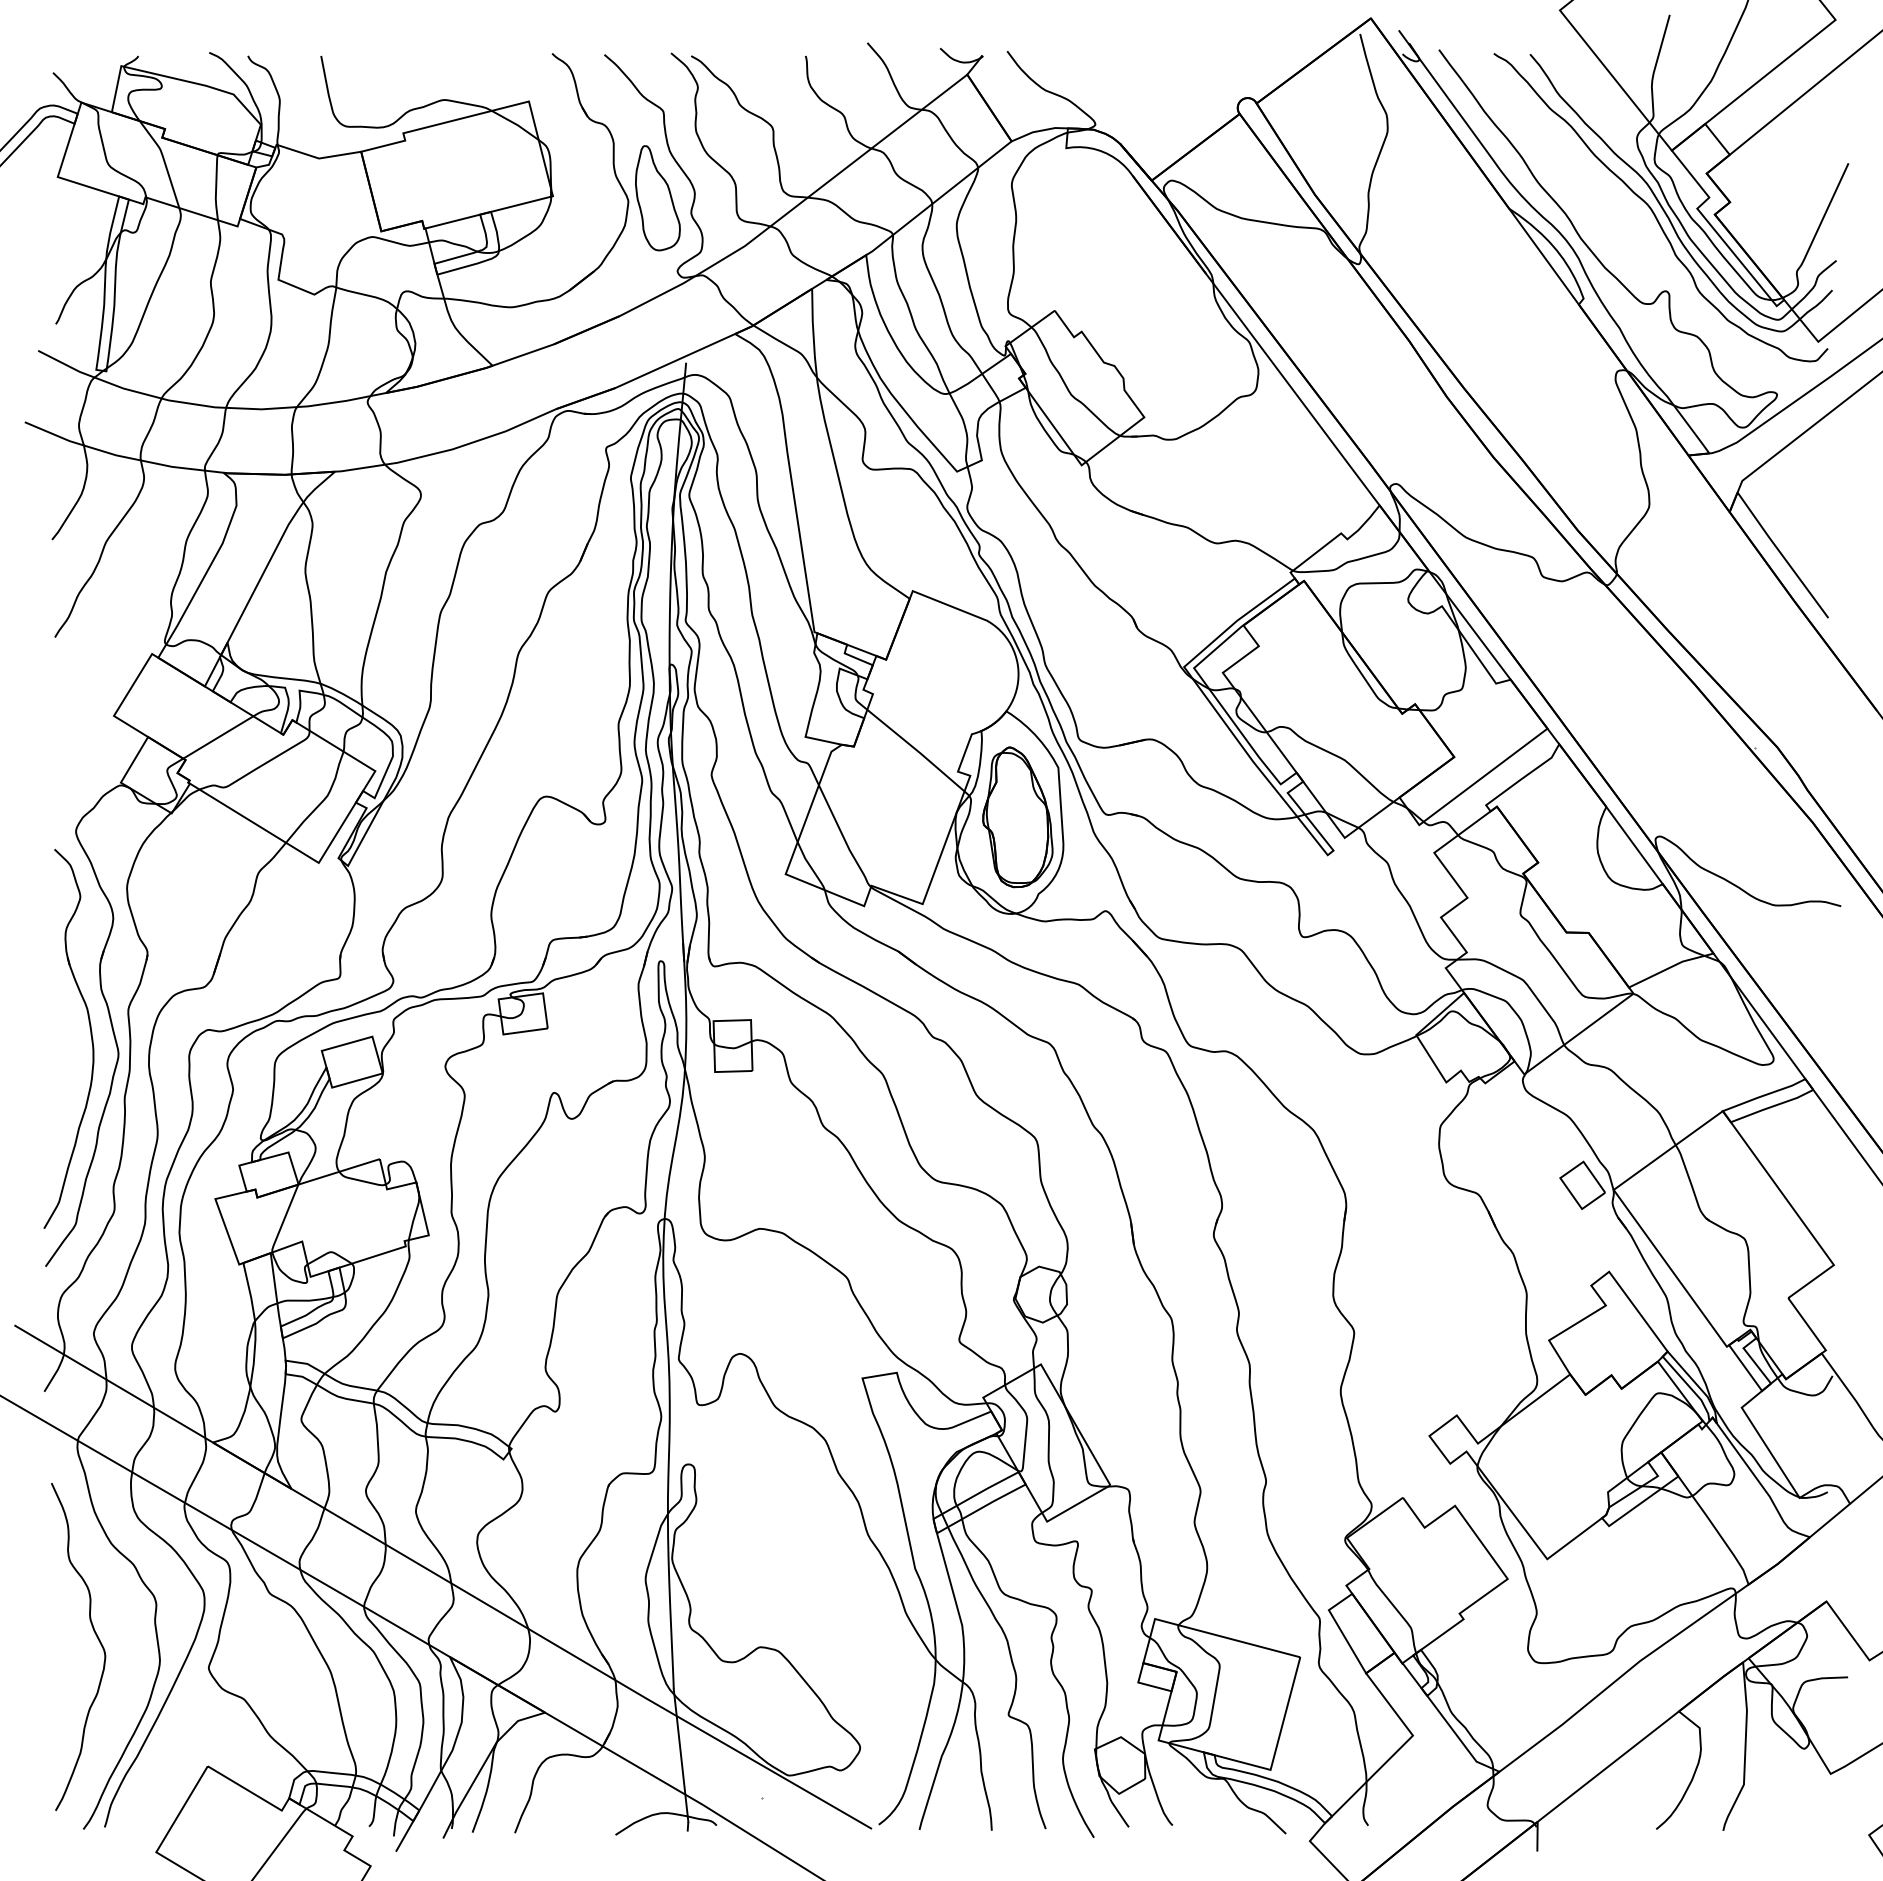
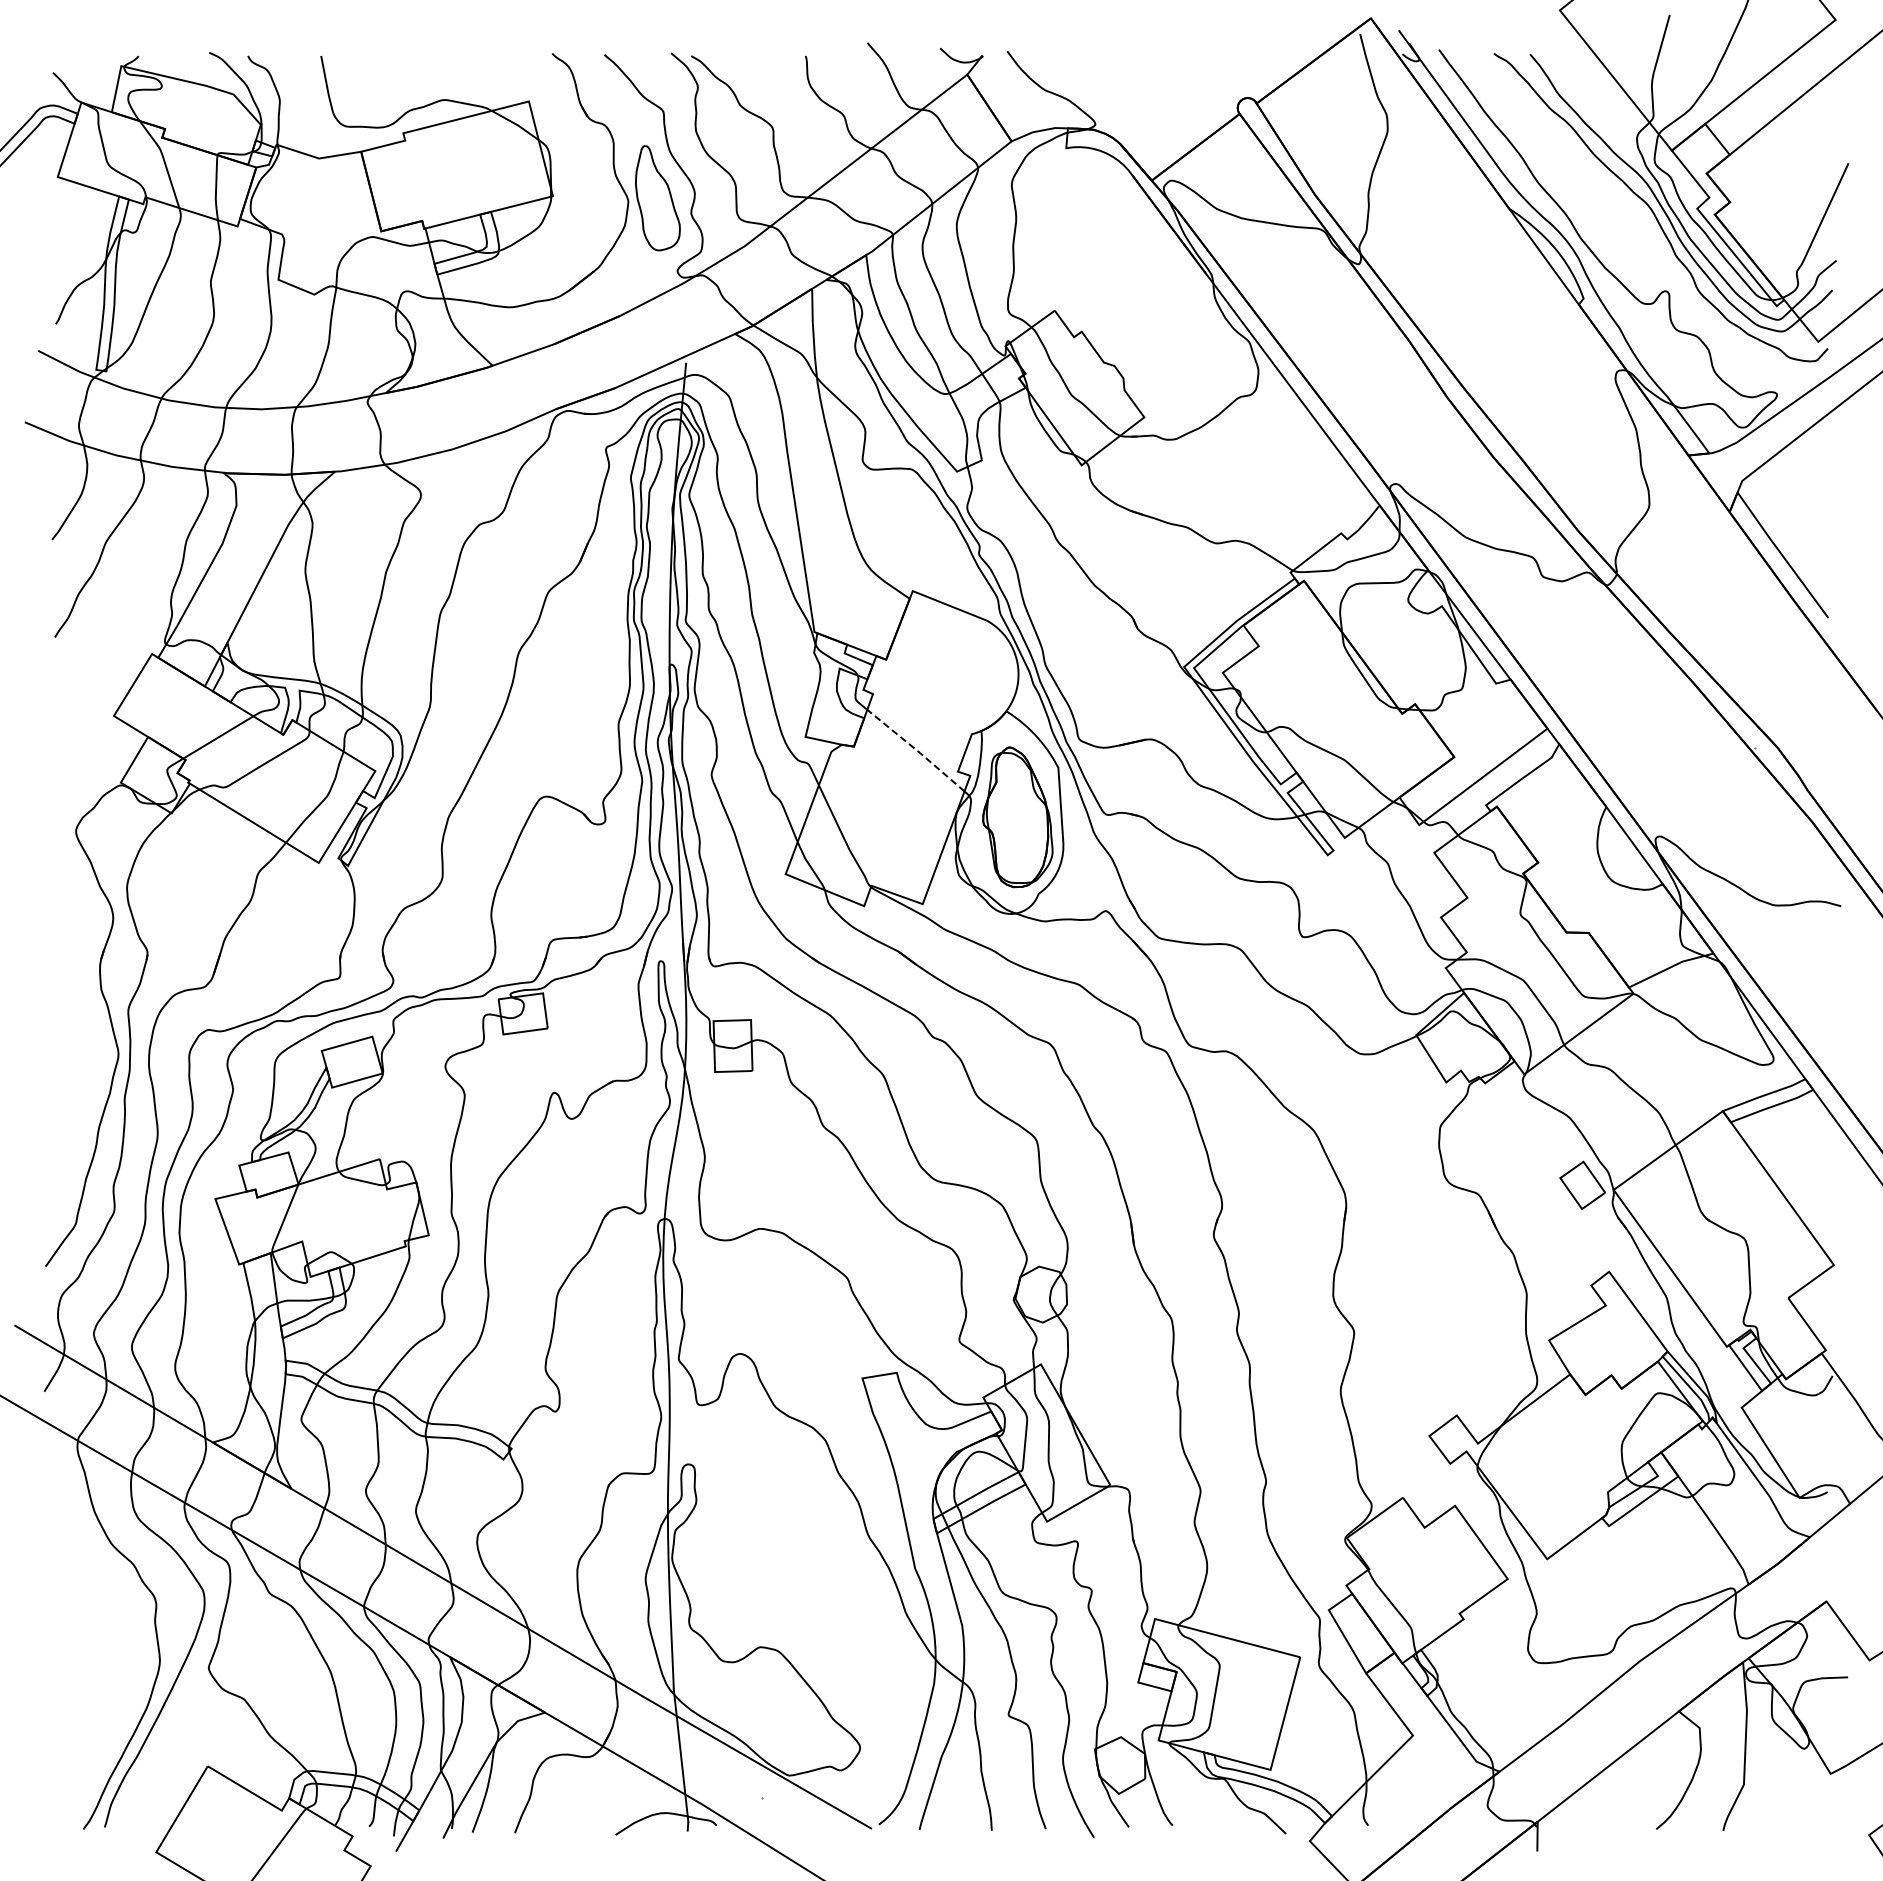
line at (916, 750): solid -> dashed
part at (90, 1035): present -> none
curve at (96, 1637): present -> none
